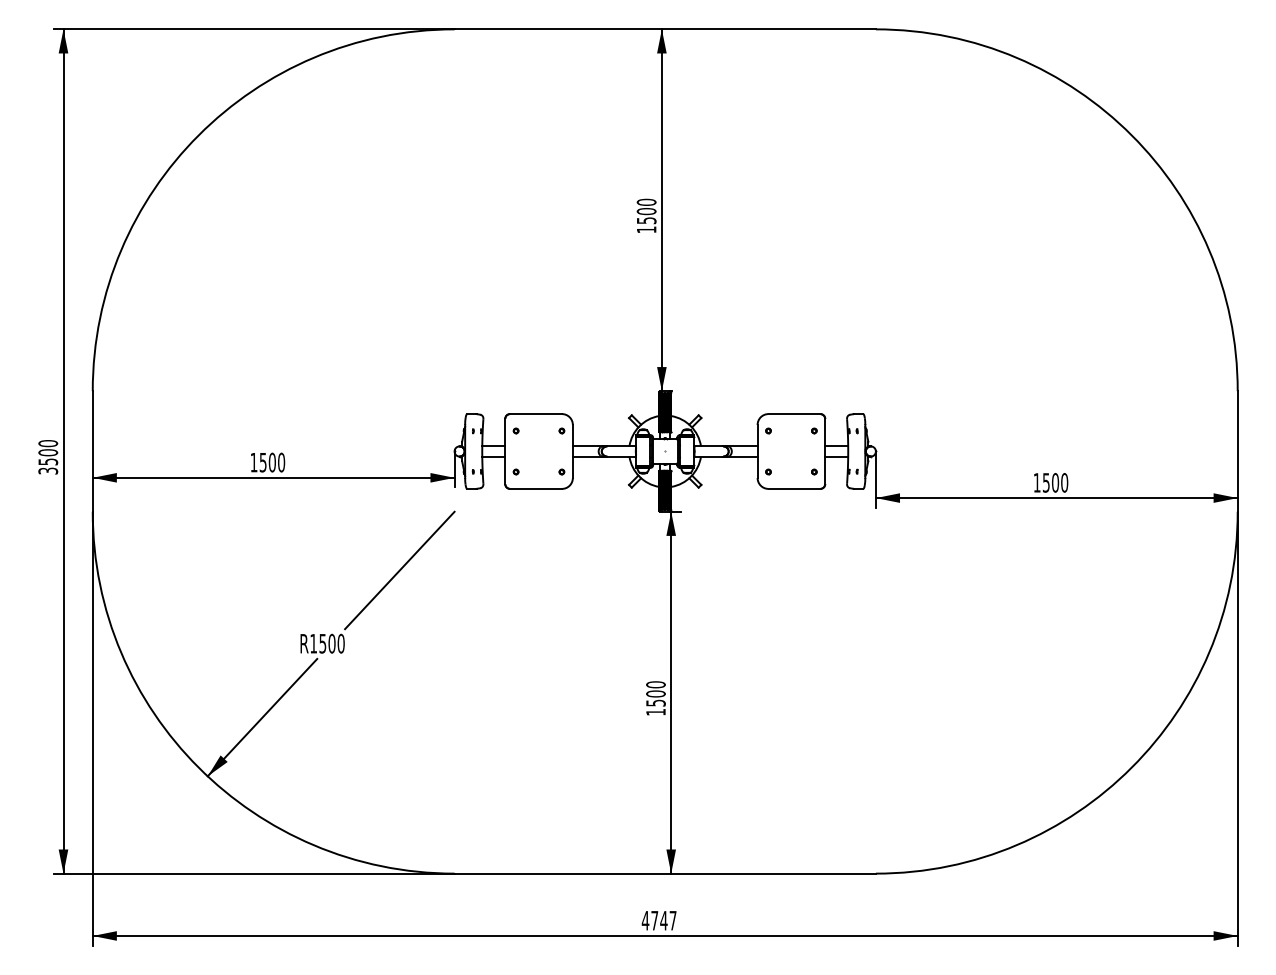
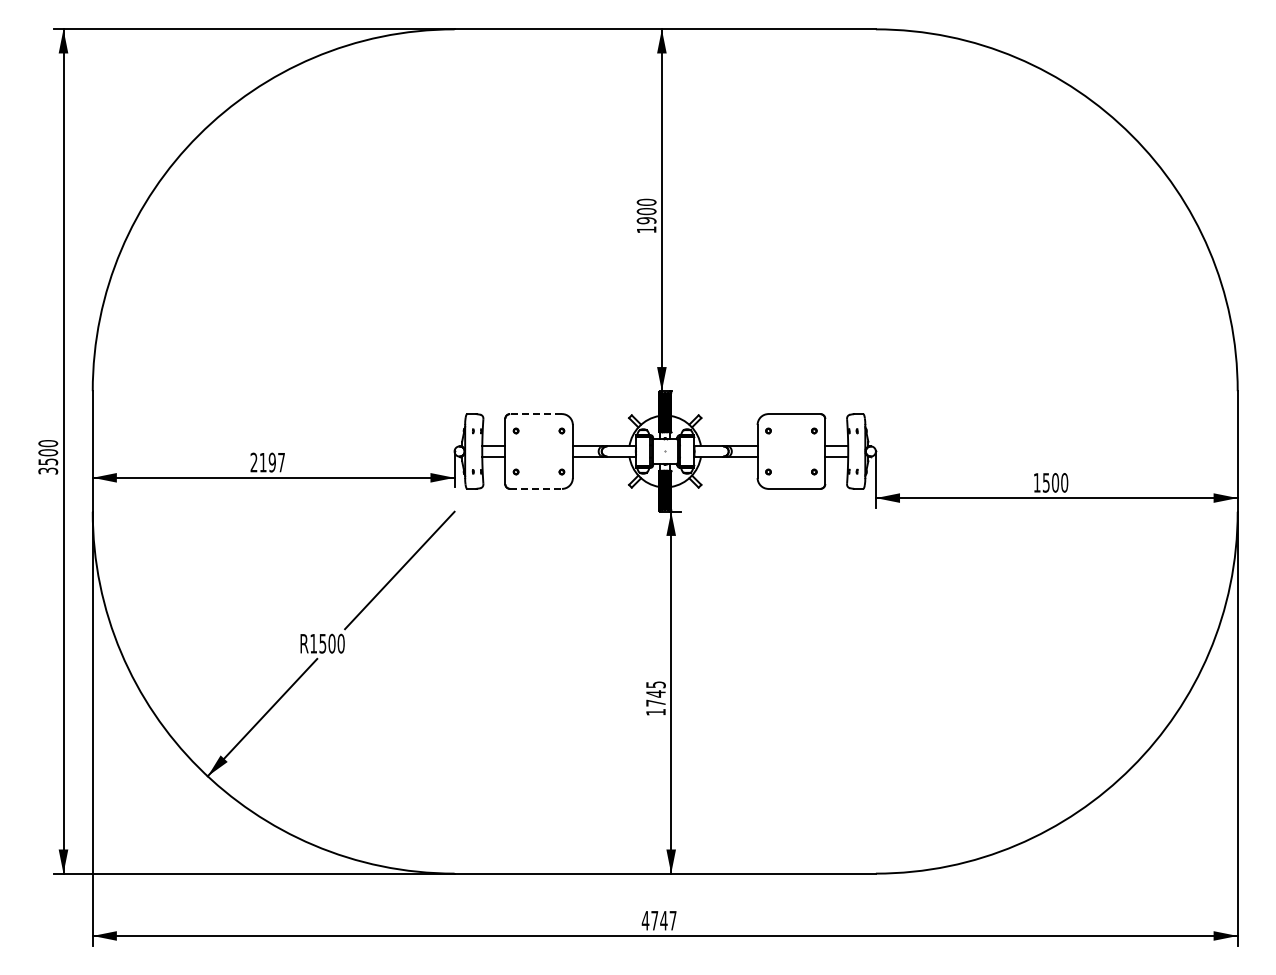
text at (646, 220): 1500 -> 1900
line at (536, 414): solid -> dashed
text at (267, 462): 1500 -> 2197
line at (536, 488): solid -> dashed
text at (655, 693): 1500 -> 1745
